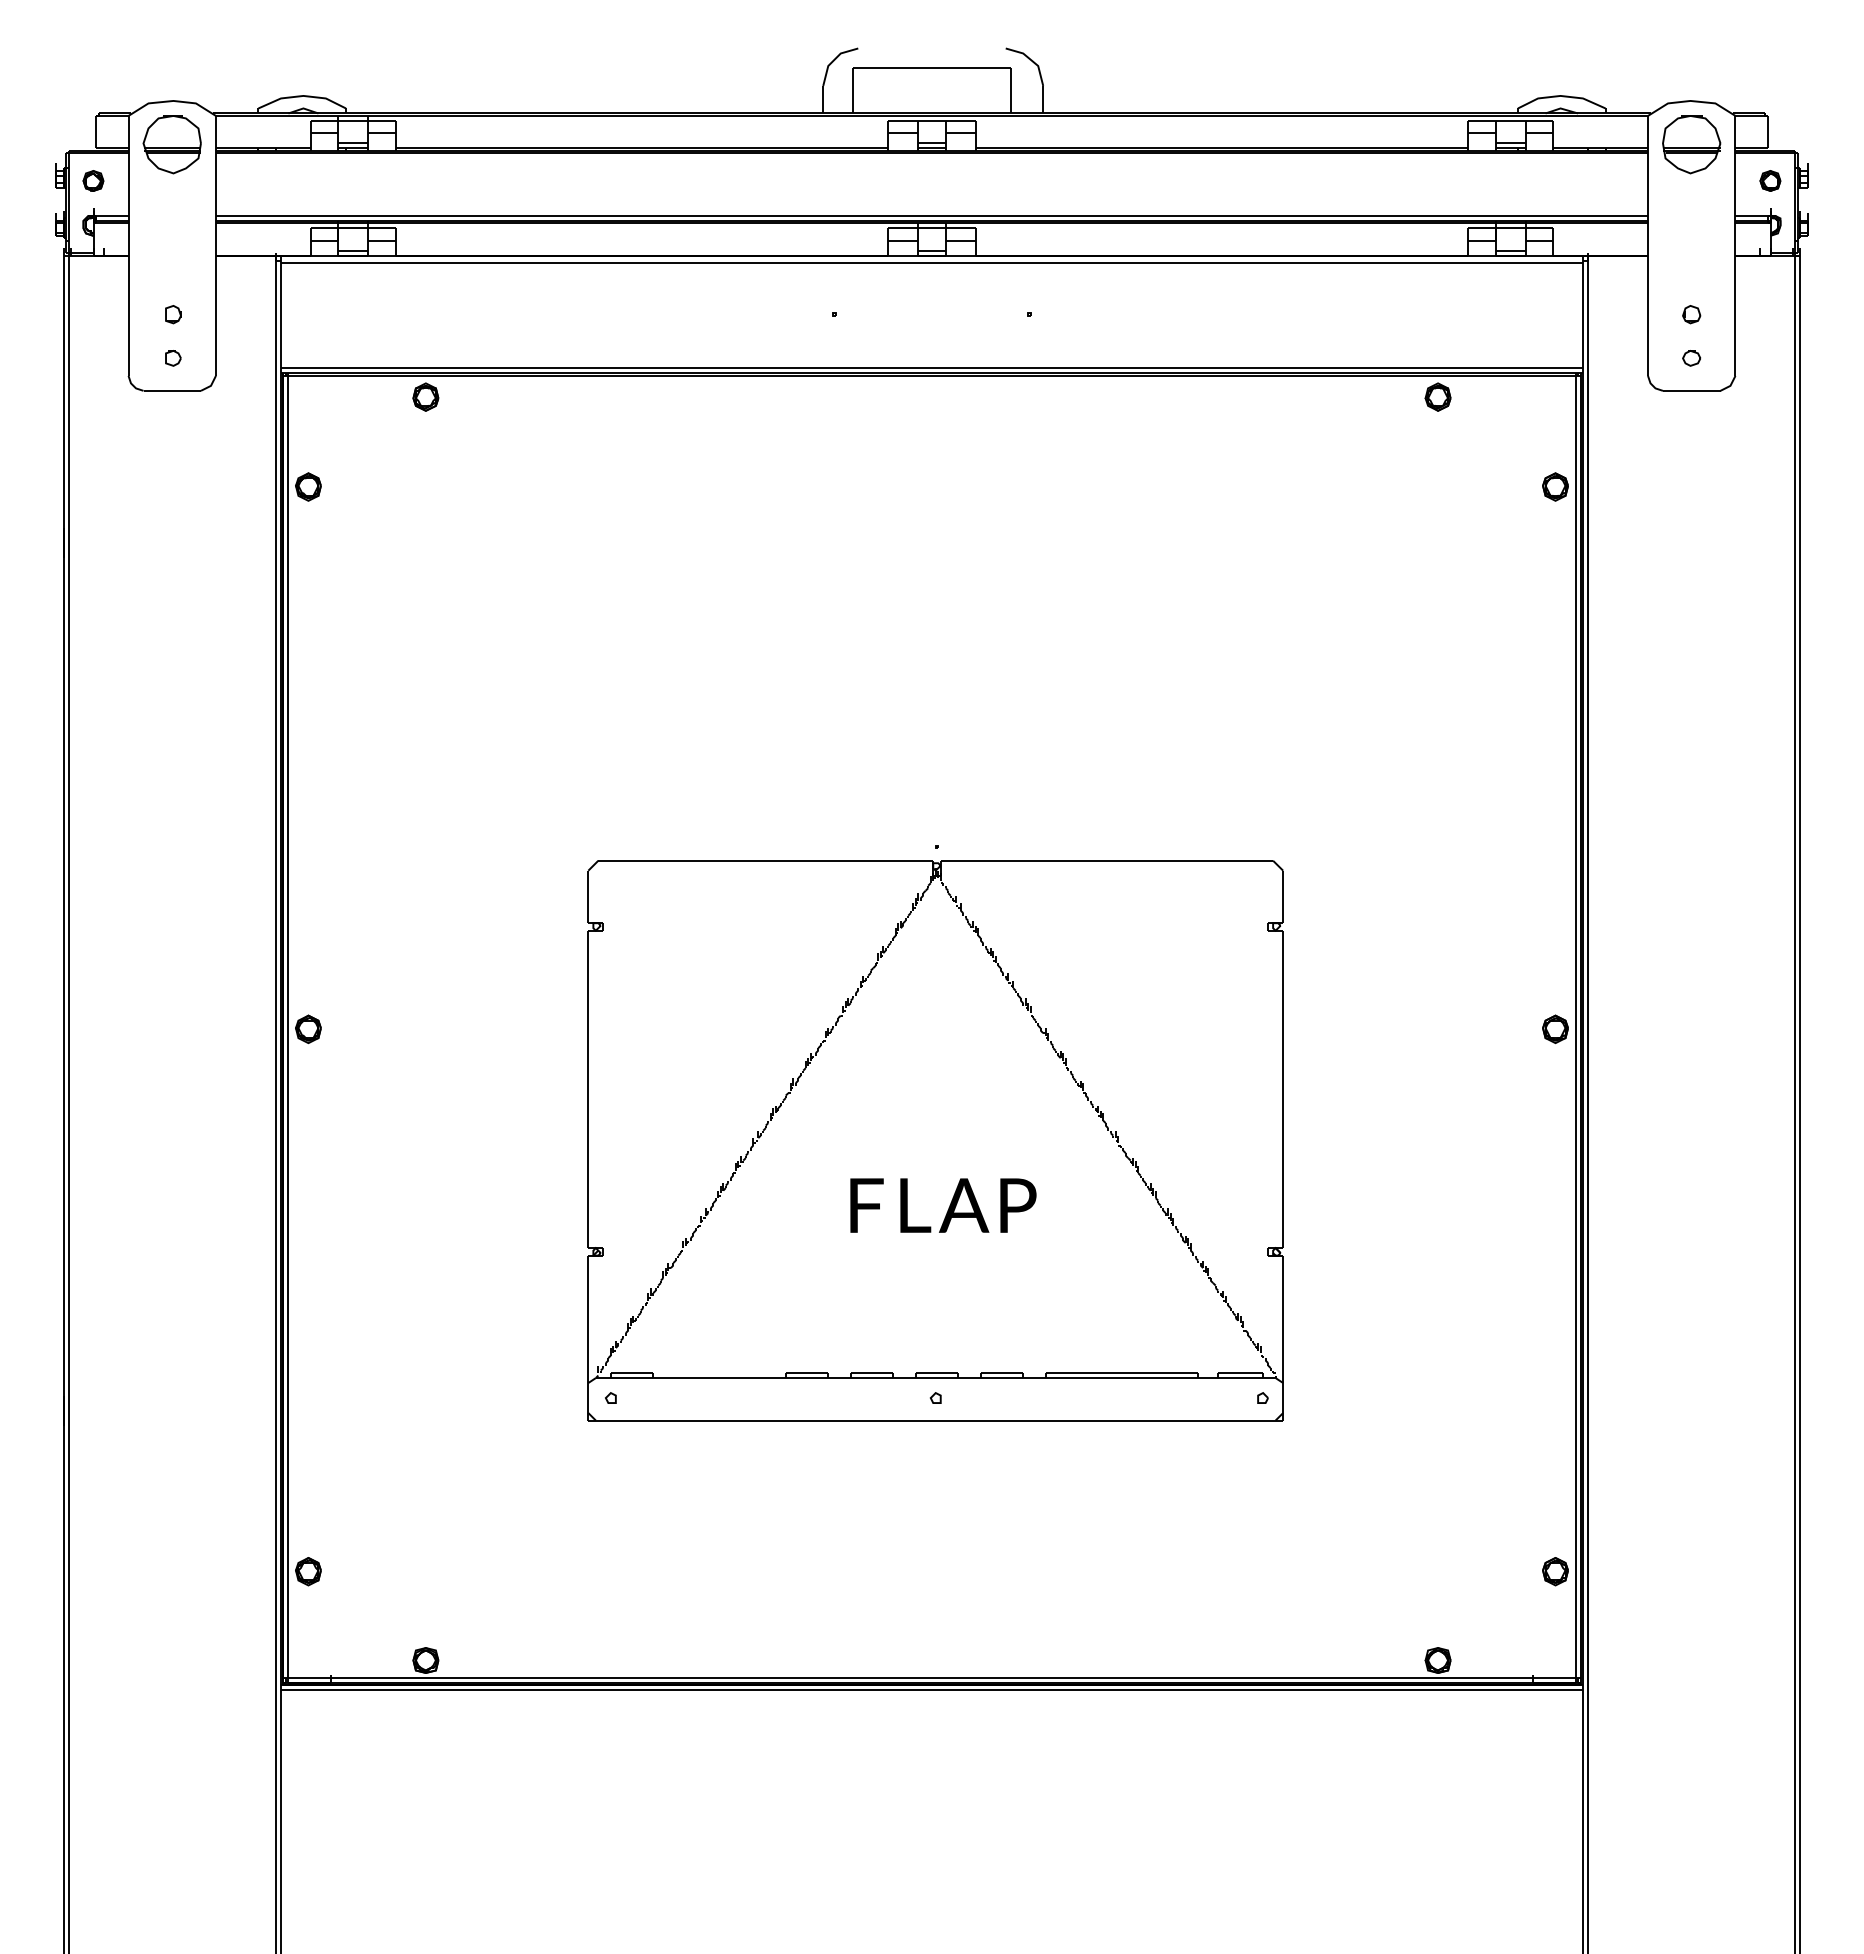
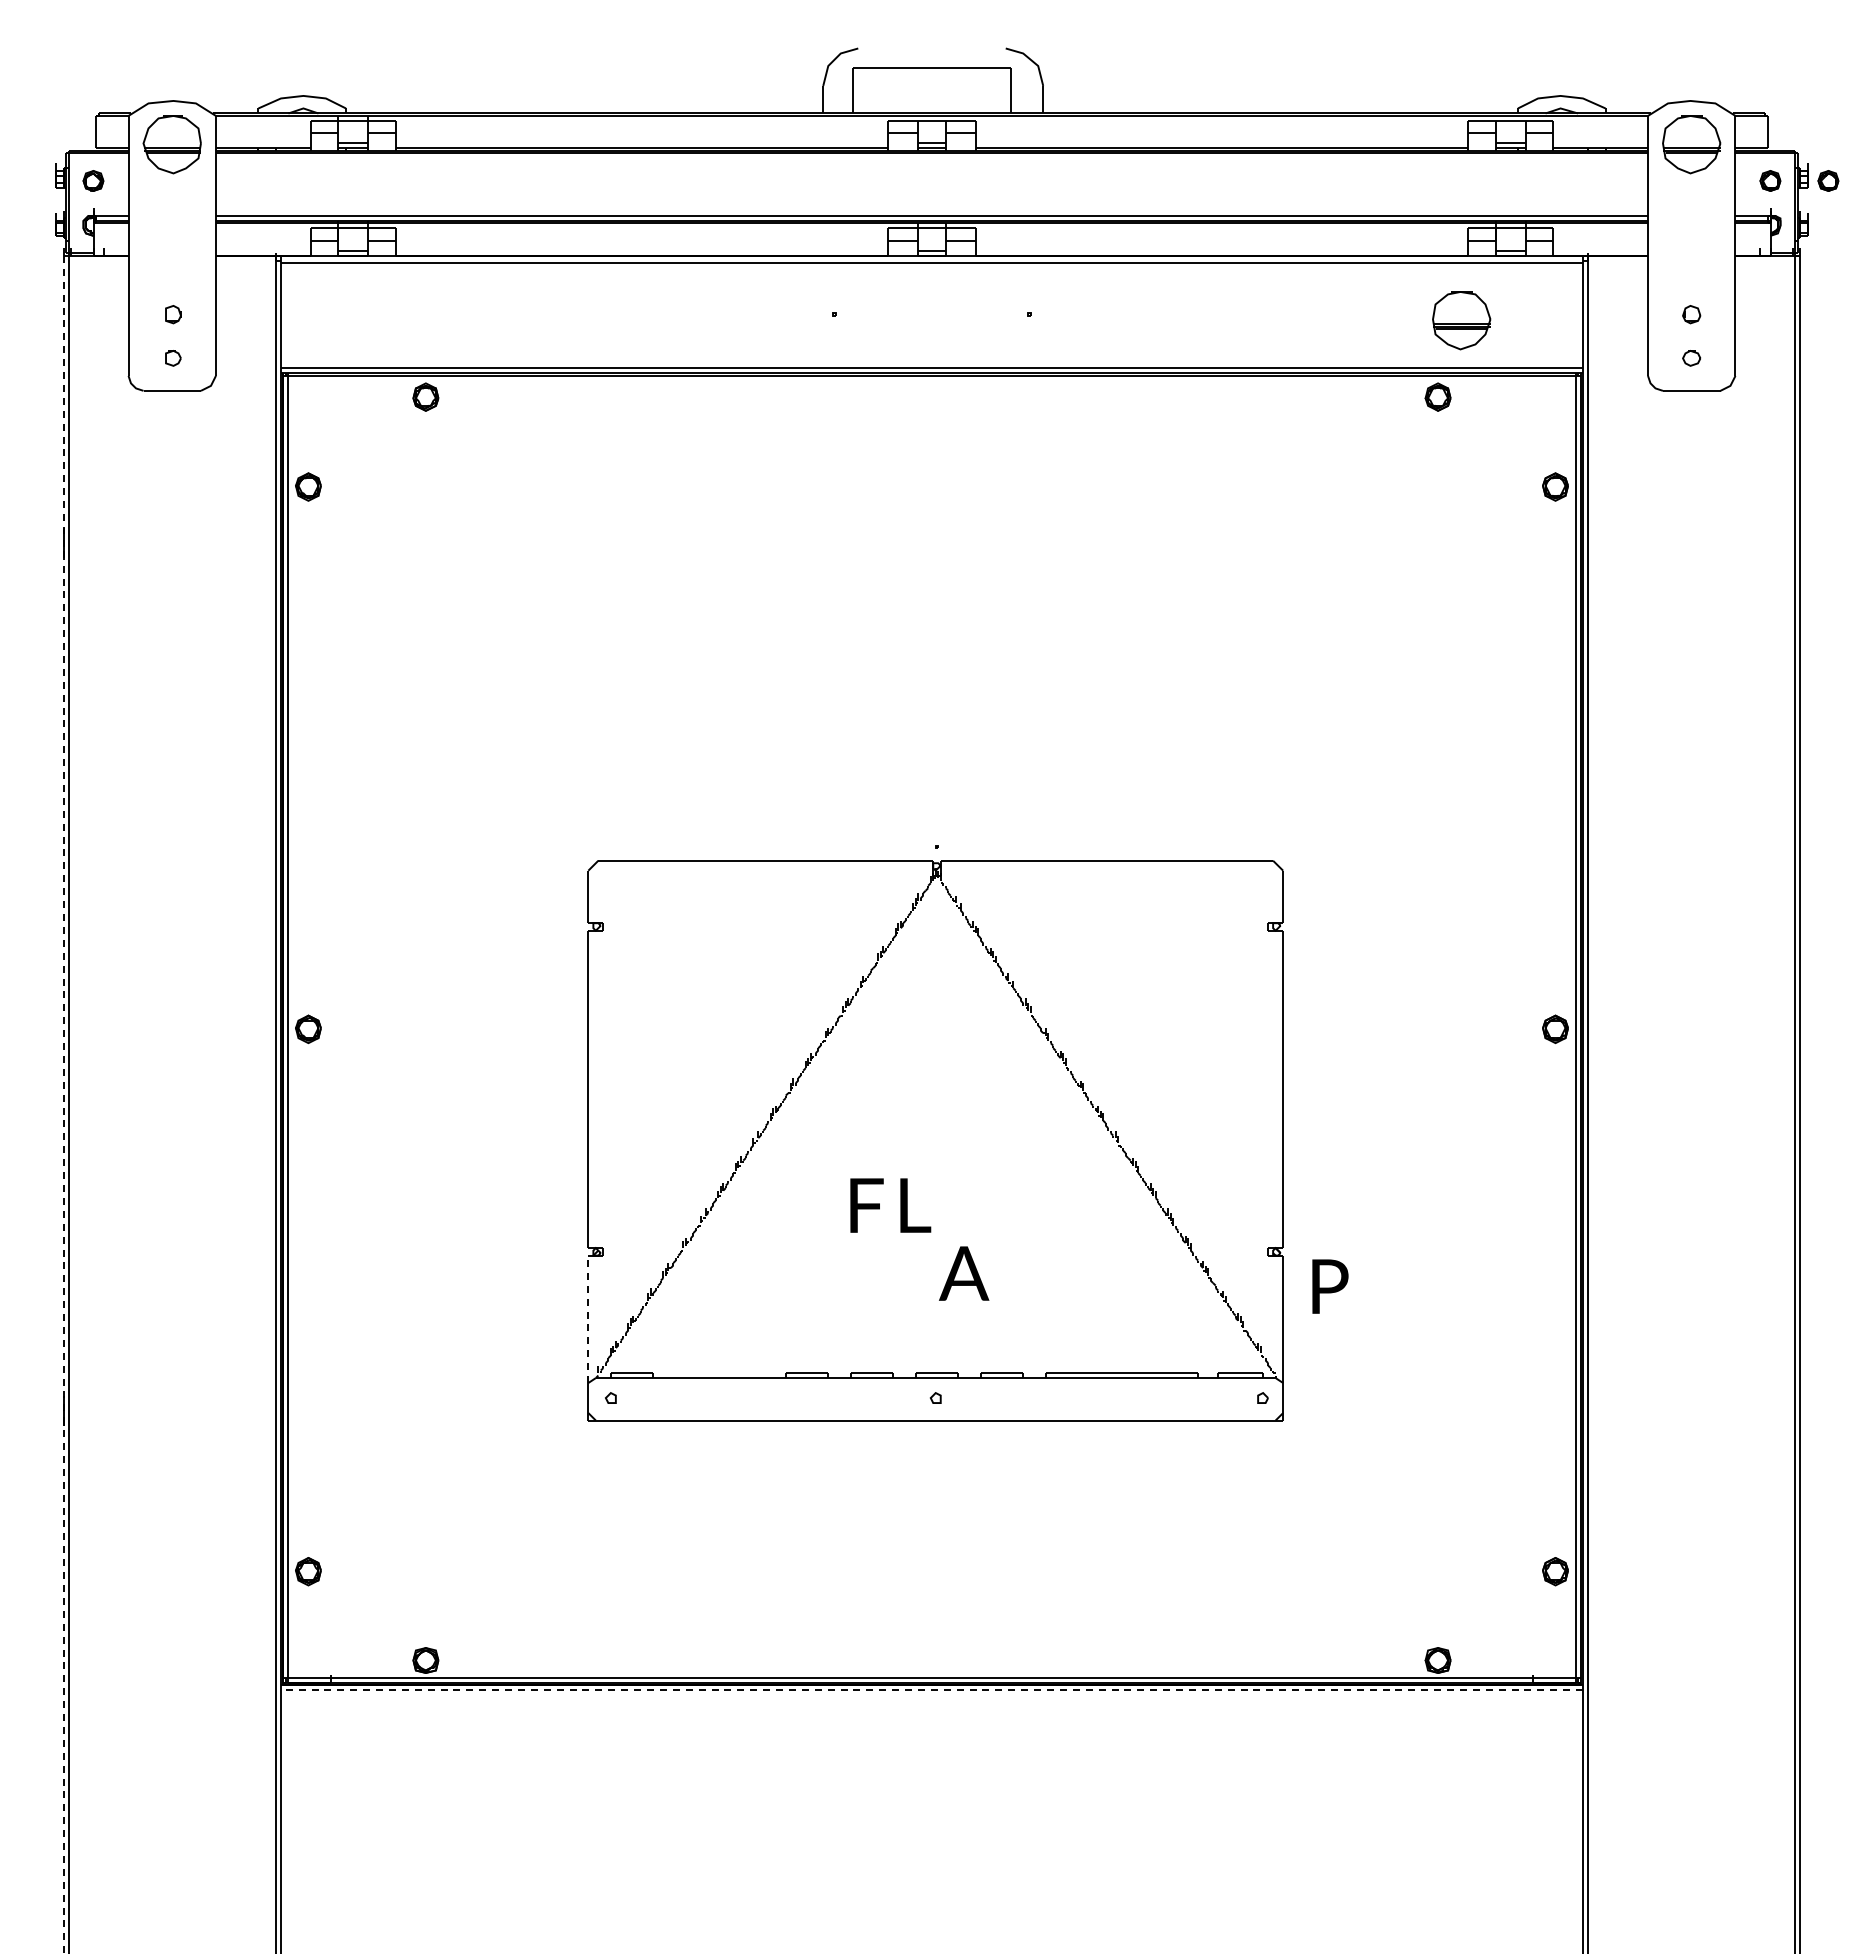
part at (1828, 180): none -> present
part at (1461, 320): none -> present
line at (63, 1104): solid -> dashed
text at (964, 1205) position: (964, 1205) -> (964, 1273)
text at (1018, 1205) position: (1018, 1205) -> (1330, 1286)
line at (588, 1319): solid -> dashed
line at (931, 1690): solid -> dashed
